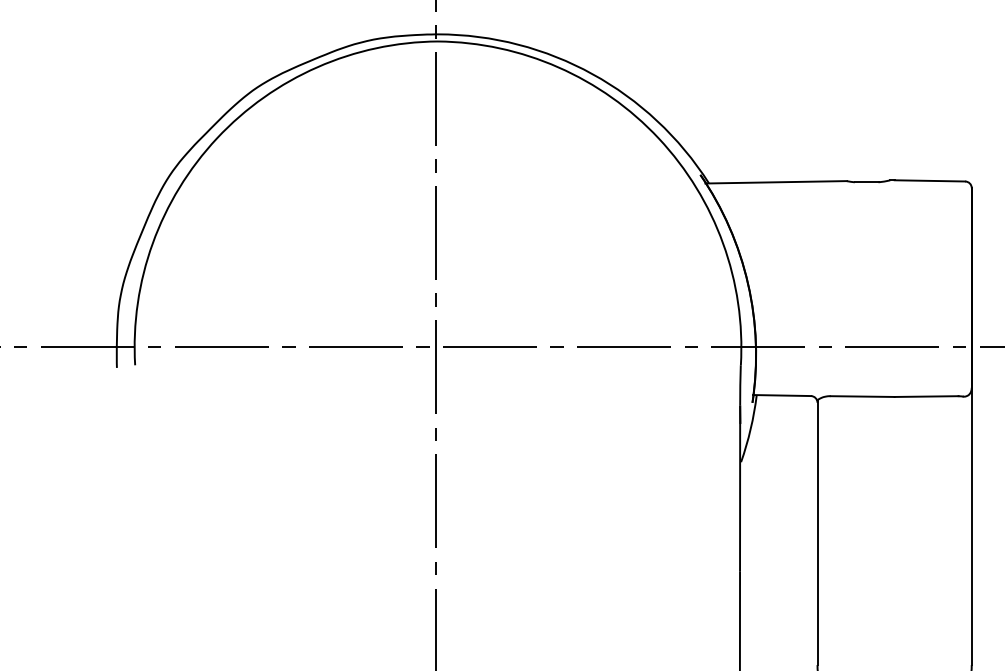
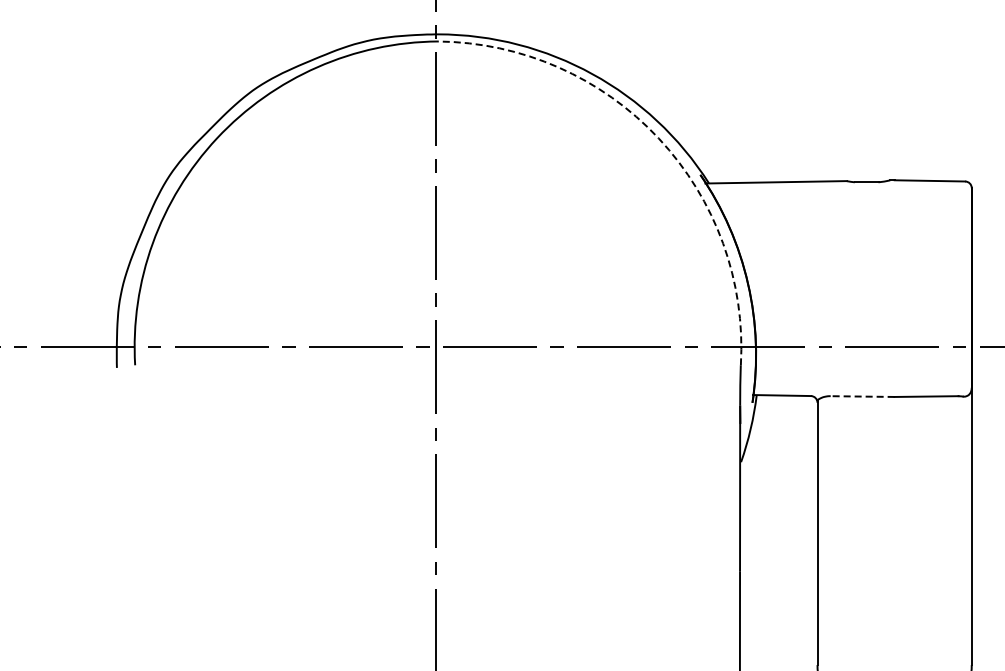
arc at (658, 138): solid -> dashed
line at (862, 396): solid -> dashed
